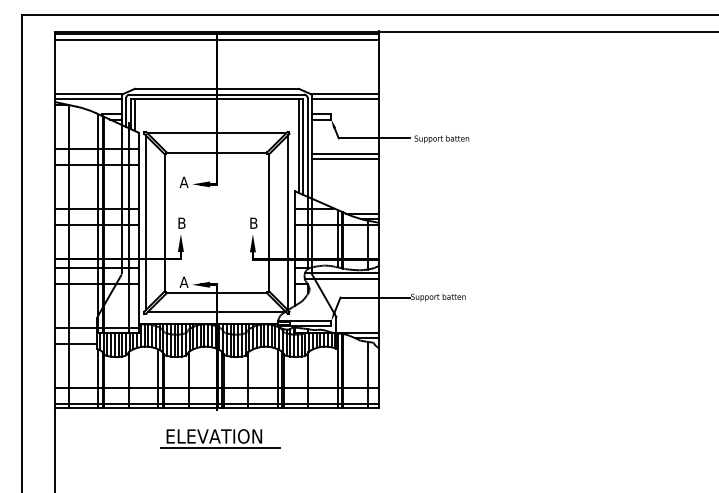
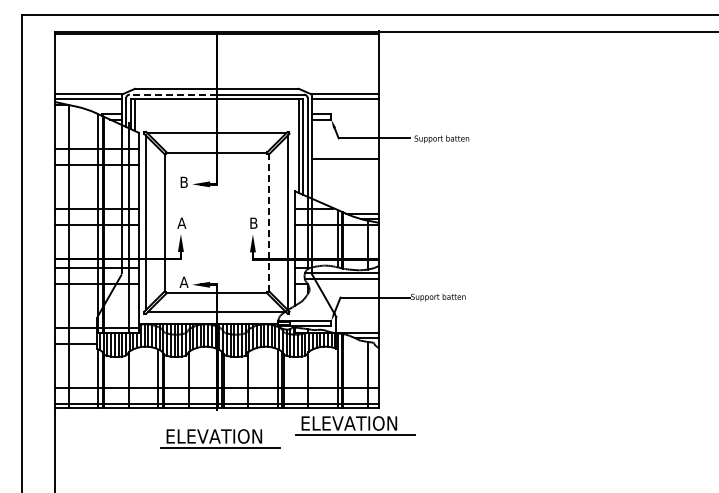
line at (216, 39): present -> none
line at (173, 94): solid -> dashed
line at (345, 153): present -> none
text at (183, 181): A -> B
text at (181, 222): B -> A
line at (268, 222): solid -> dashed
part at (355, 425): none -> present
